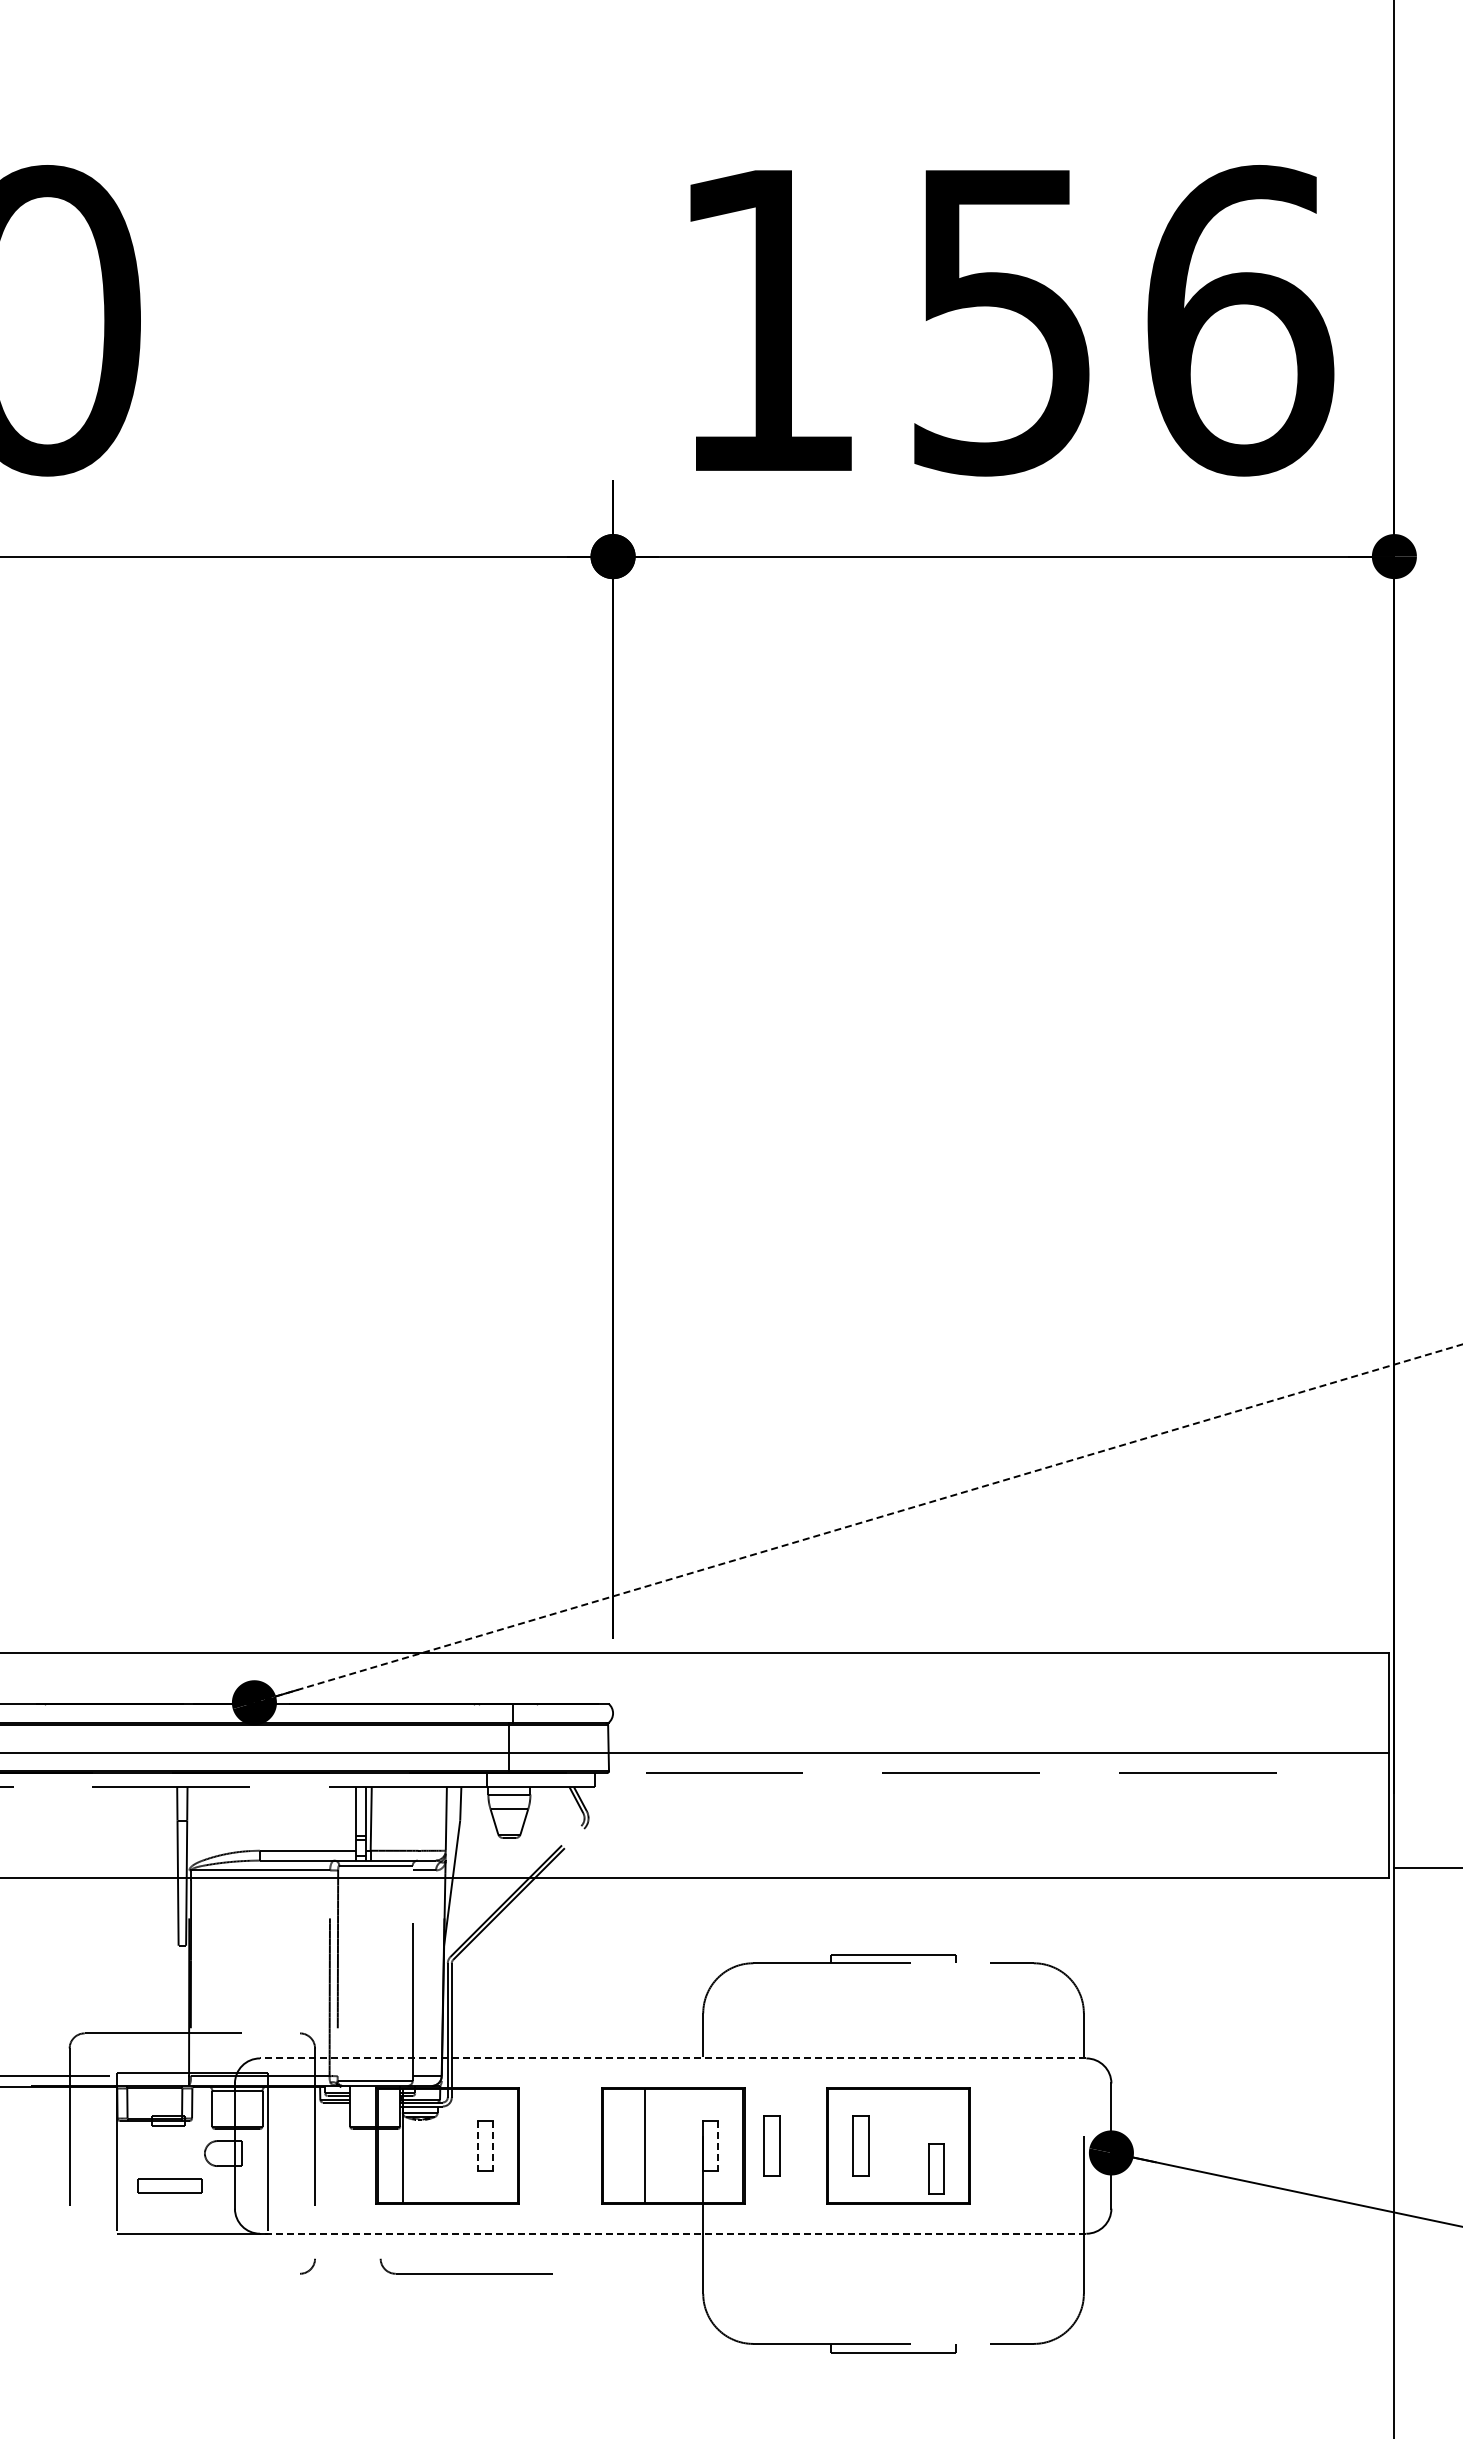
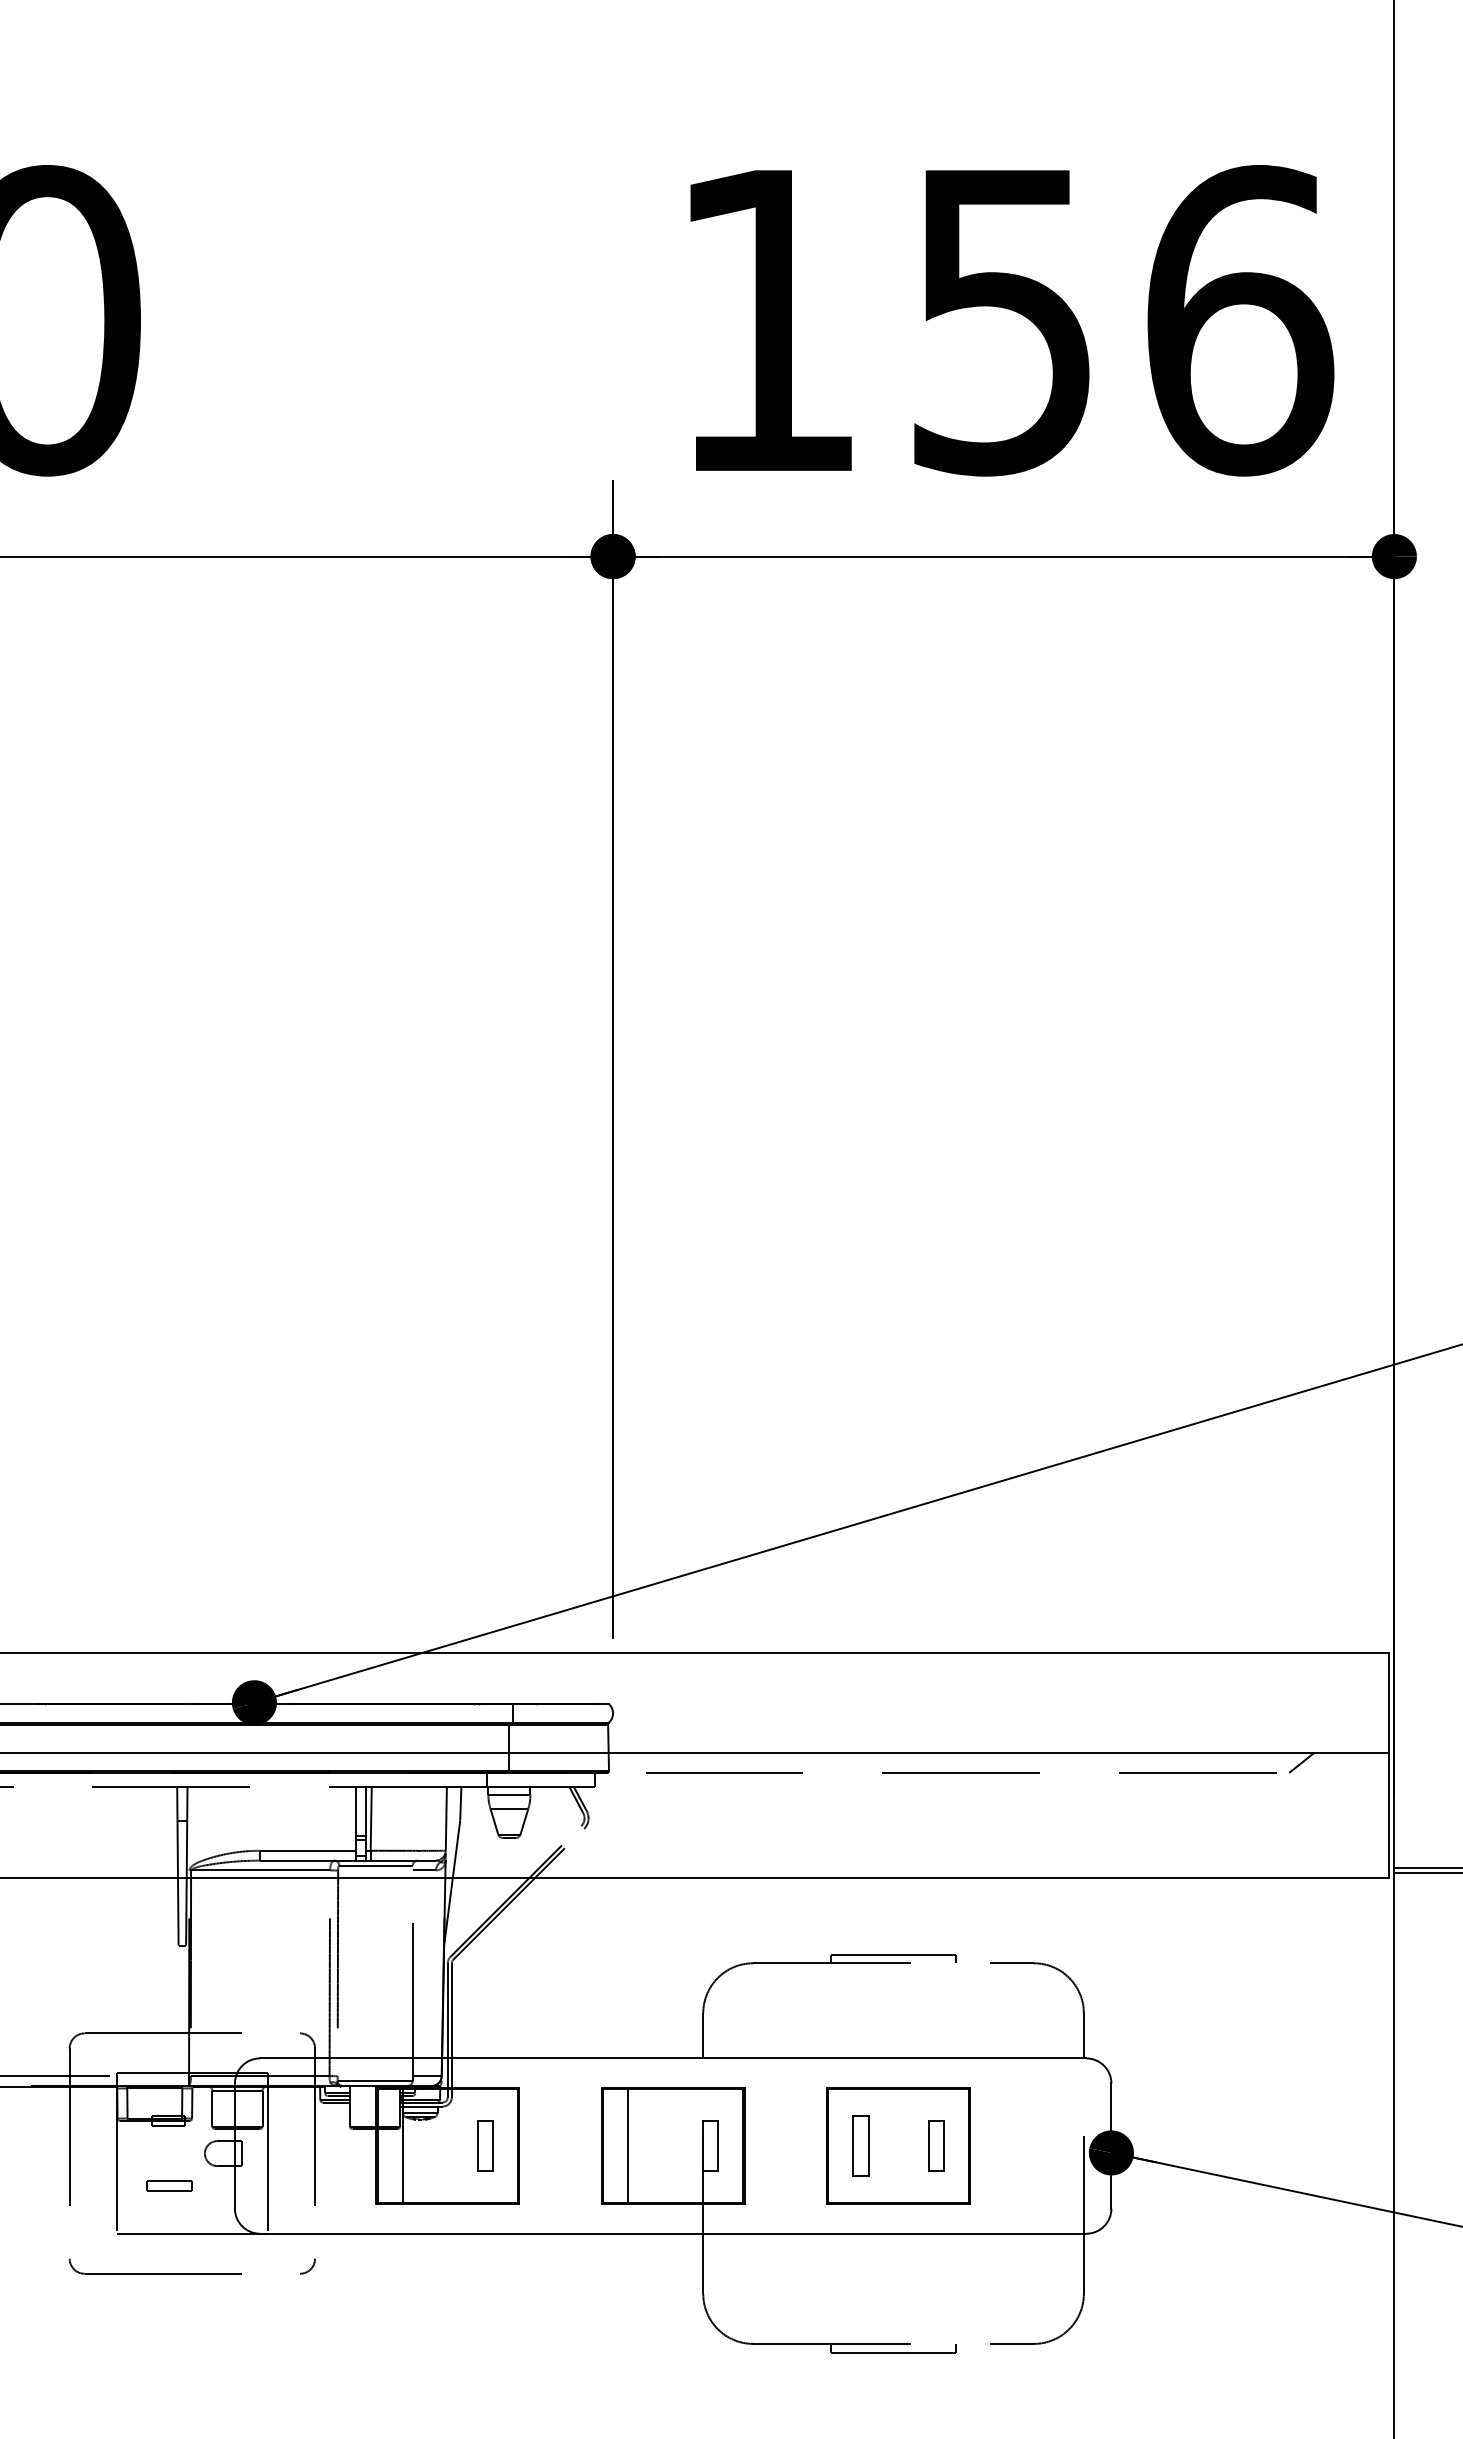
line at (858, 1523): dashed -> solid
line at (1301, 1762): none -> present
line at (1426, 1873): none -> present
line at (672, 2058): dashed -> solid
line at (645, 2145) position: (645, 2145) -> (628, 2145)
part at (771, 2145): present -> none
line at (477, 2146): dashed -> solid
line at (492, 2146): dashed -> solid
line at (718, 2146): dashed -> solid
part at (936, 2168) position: (936, 2168) -> (936, 2145)
part at (169, 2185) size: 66x16 px -> 47x12 px
line at (672, 2233): dashed -> solid
part at (465, 2273) position: (465, 2273) -> (154, 2273)
